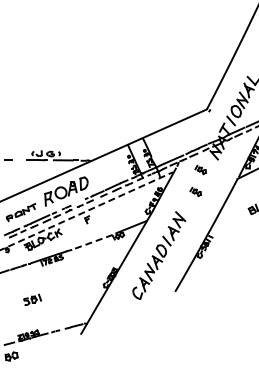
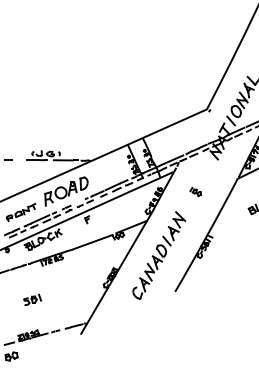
part at (200, 169): present -> none
line at (87, 210): dashed -> solid
line at (92, 242): dashed -> solid
